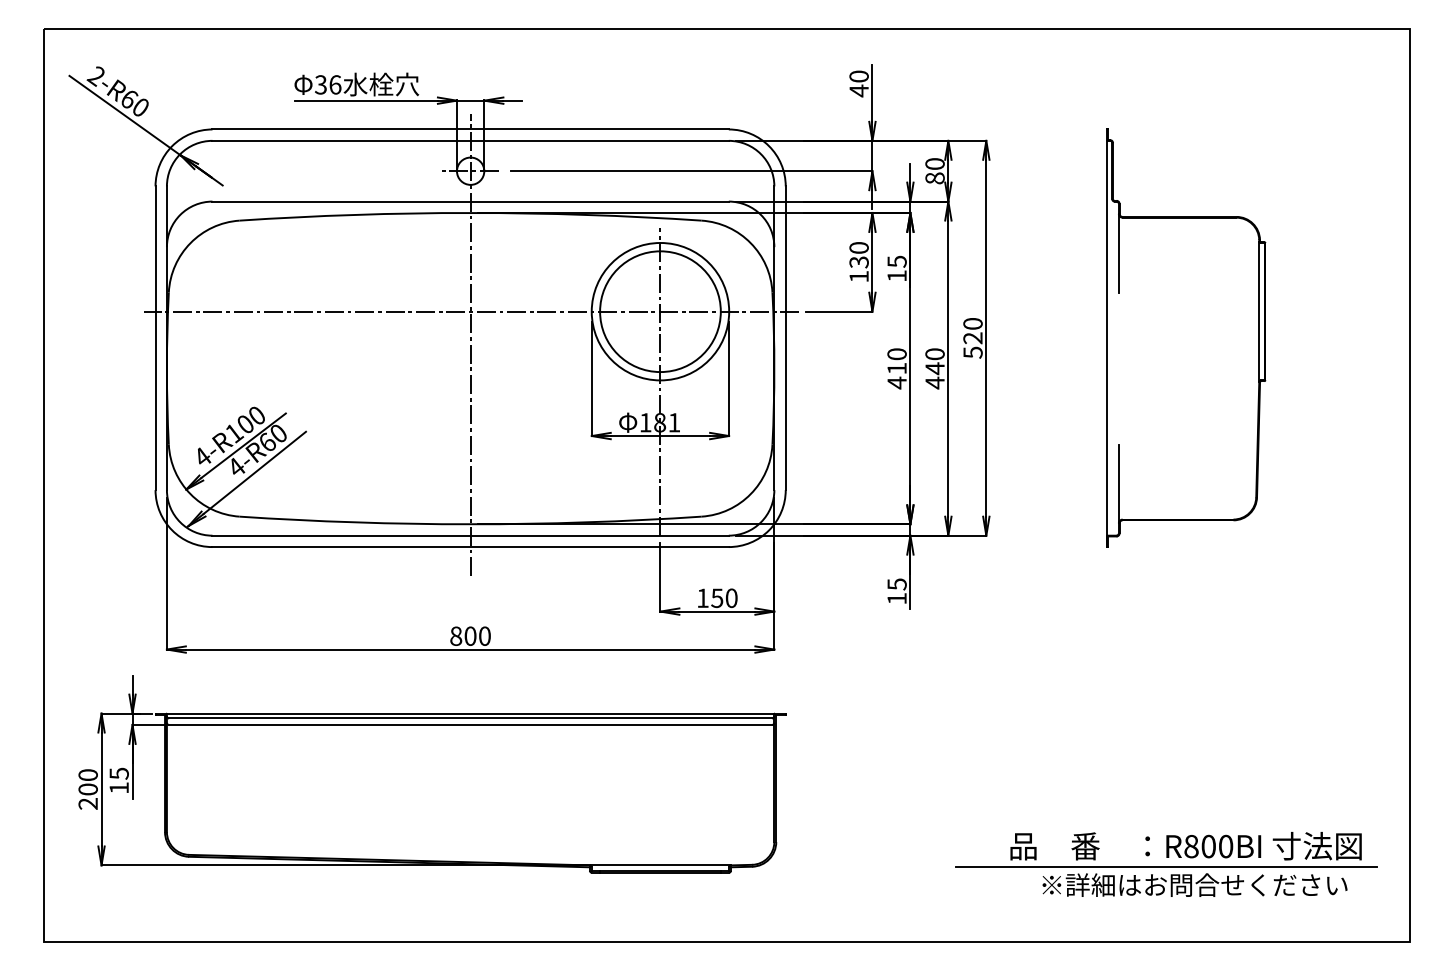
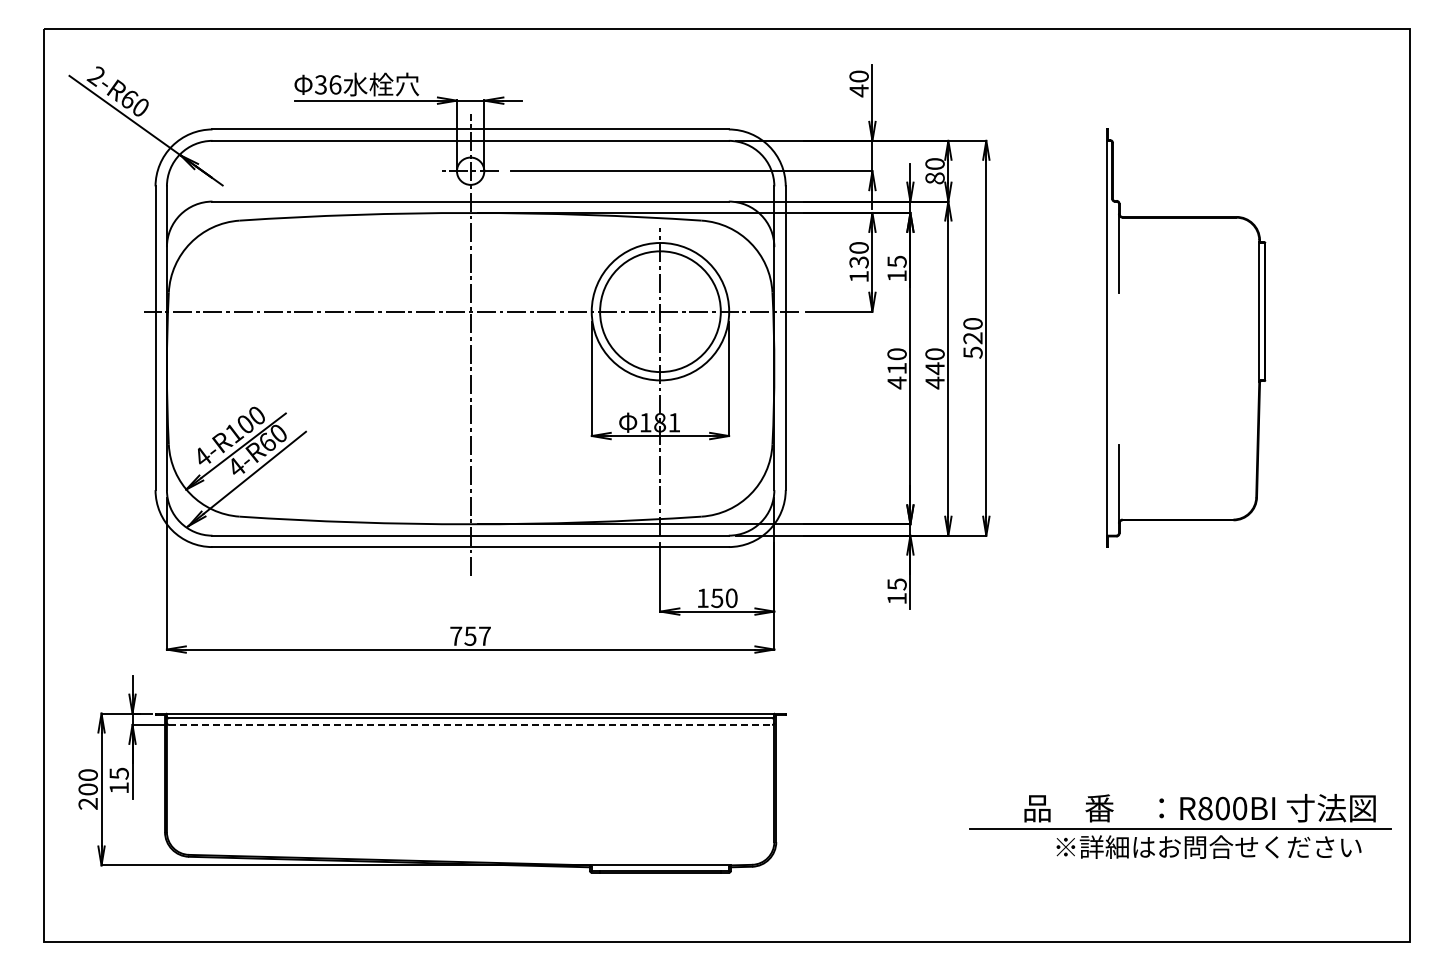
text at (470, 635): 800 -> 757
line at (471, 724): solid -> dashed
part at (1166, 864) position: (1166, 864) -> (1180, 826)
